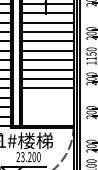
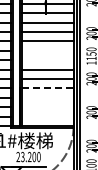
line at (47, 50): present -> none
line at (47, 60): present -> none
line at (47, 88): solid -> dashed
